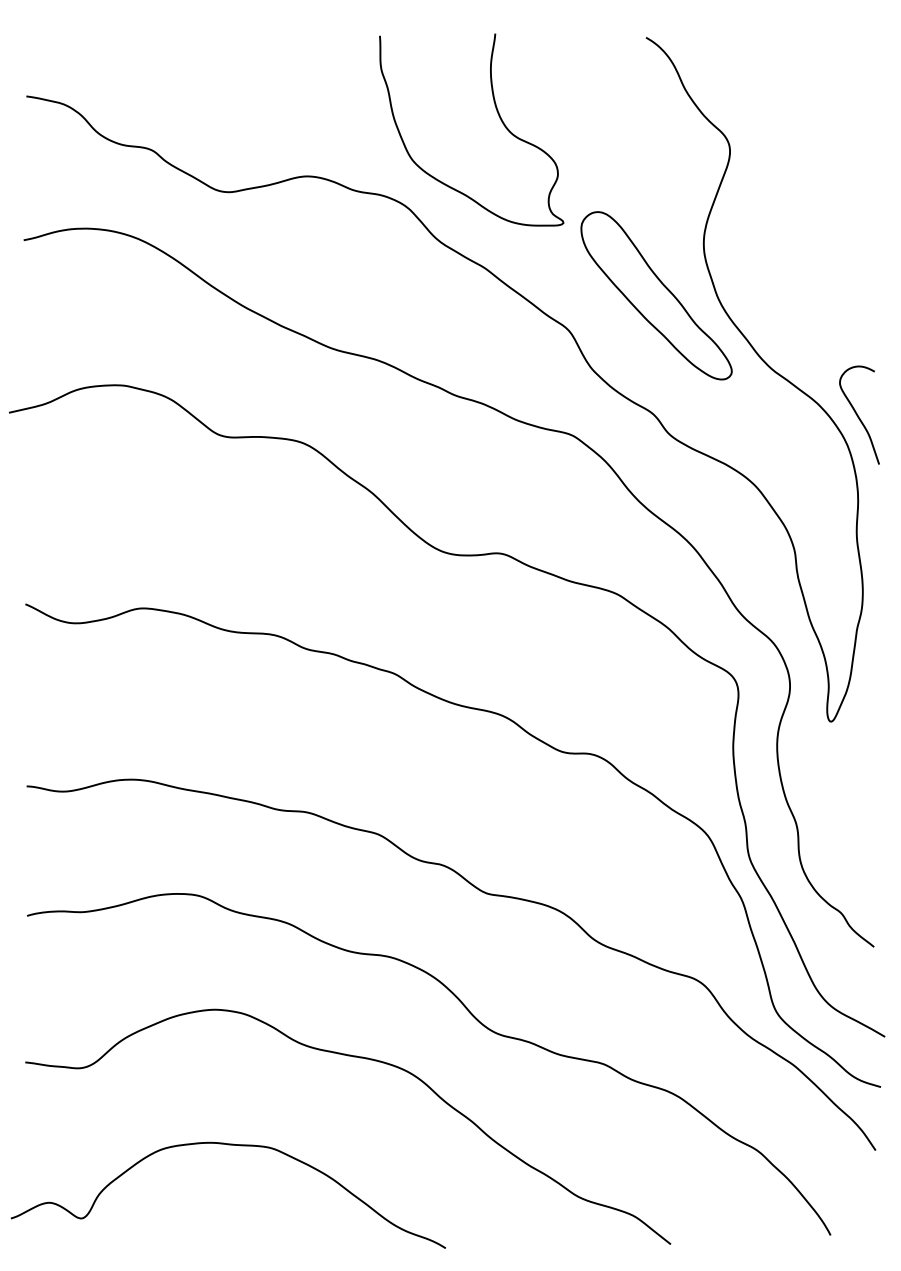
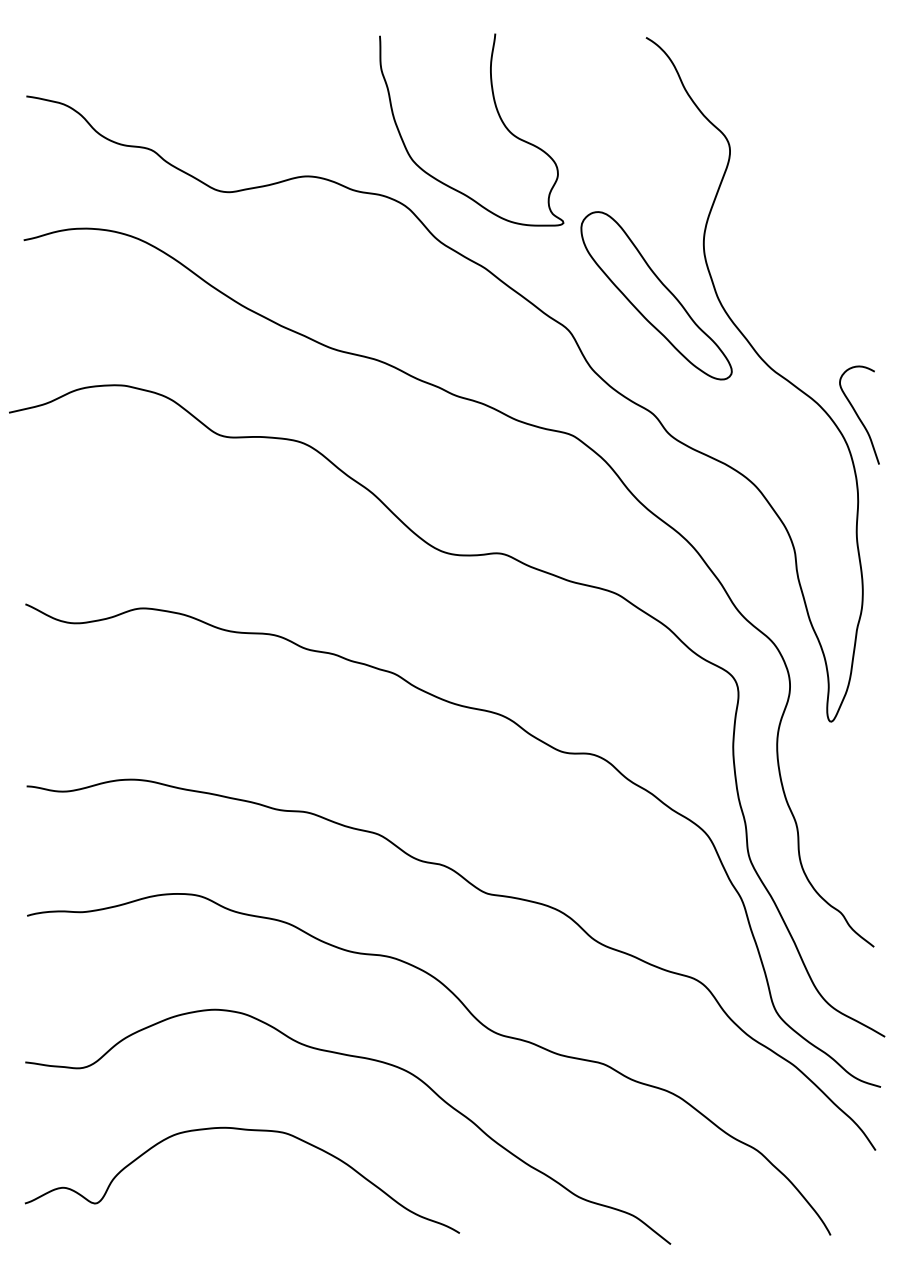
curve at (228, 1145) position: (228, 1145) -> (242, 1130)
